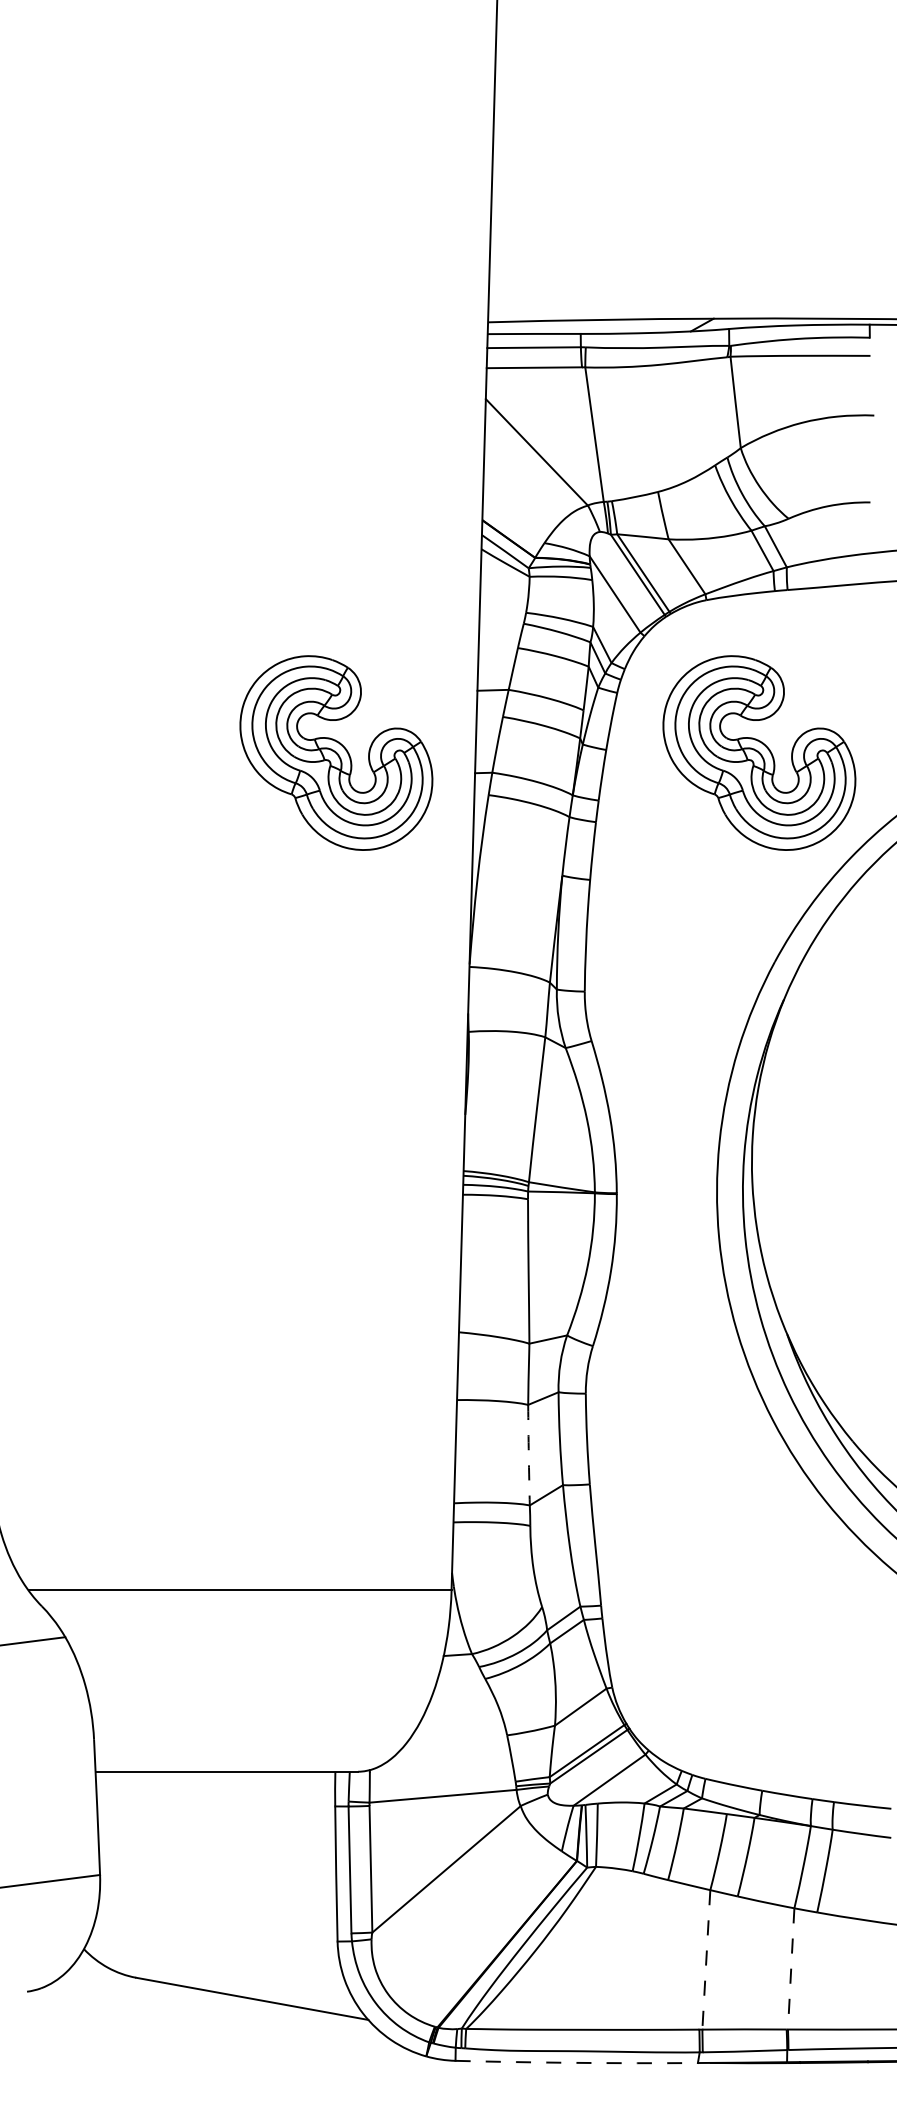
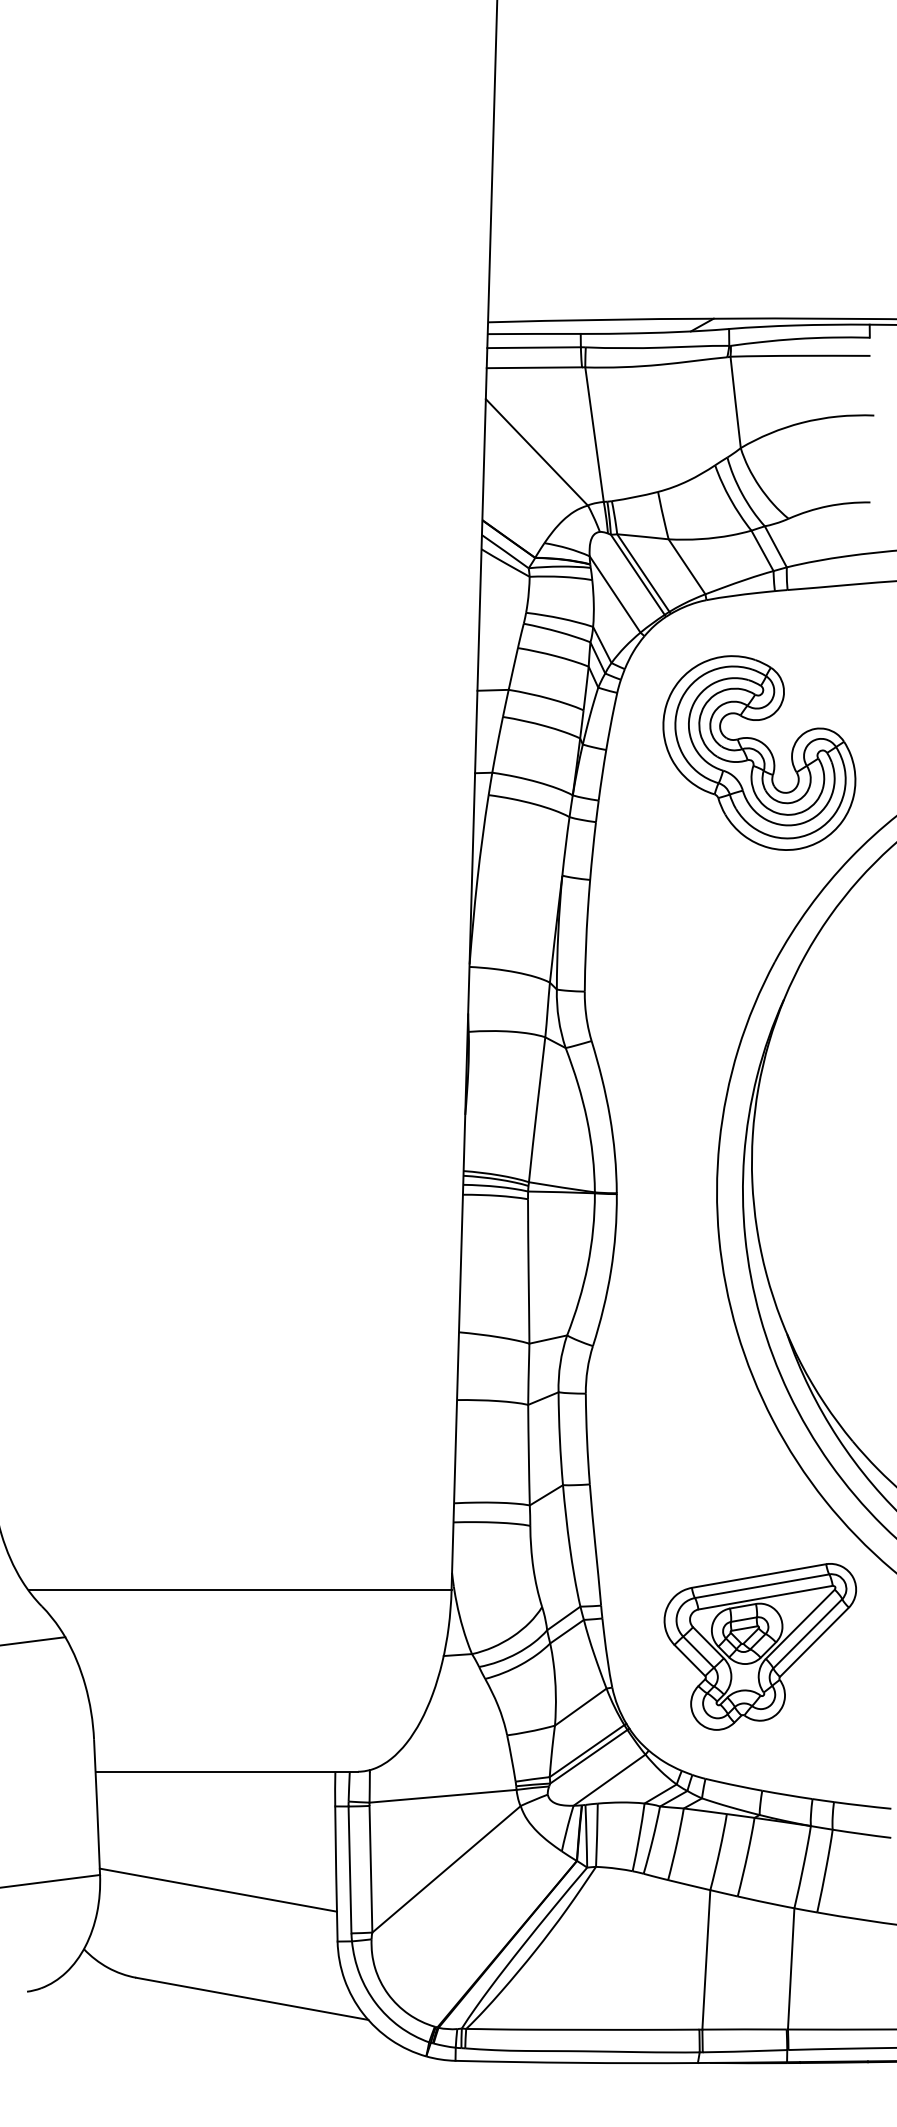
part at (336, 752): present -> none
arc at (528, 1455): dashed -> solid
part at (759, 1646): none -> present
line at (217, 1889): none -> present
line at (706, 1959): dashed -> solid
line at (791, 1968): dashed -> solid
arc at (576, 2062): dashed -> solid
